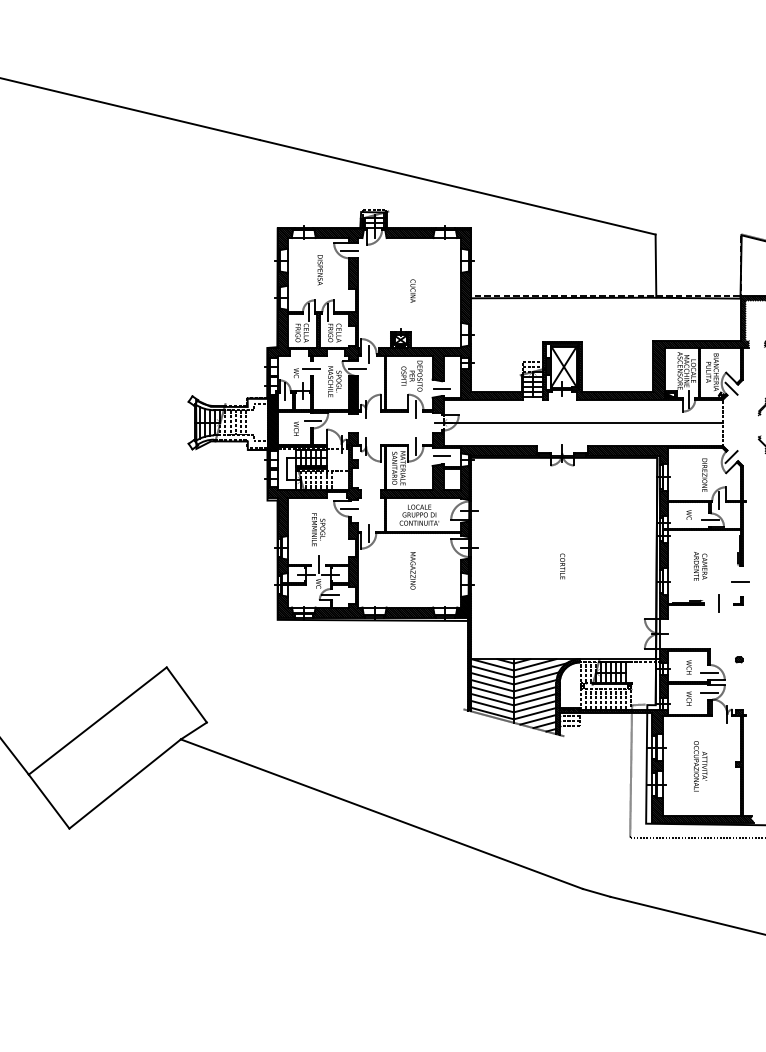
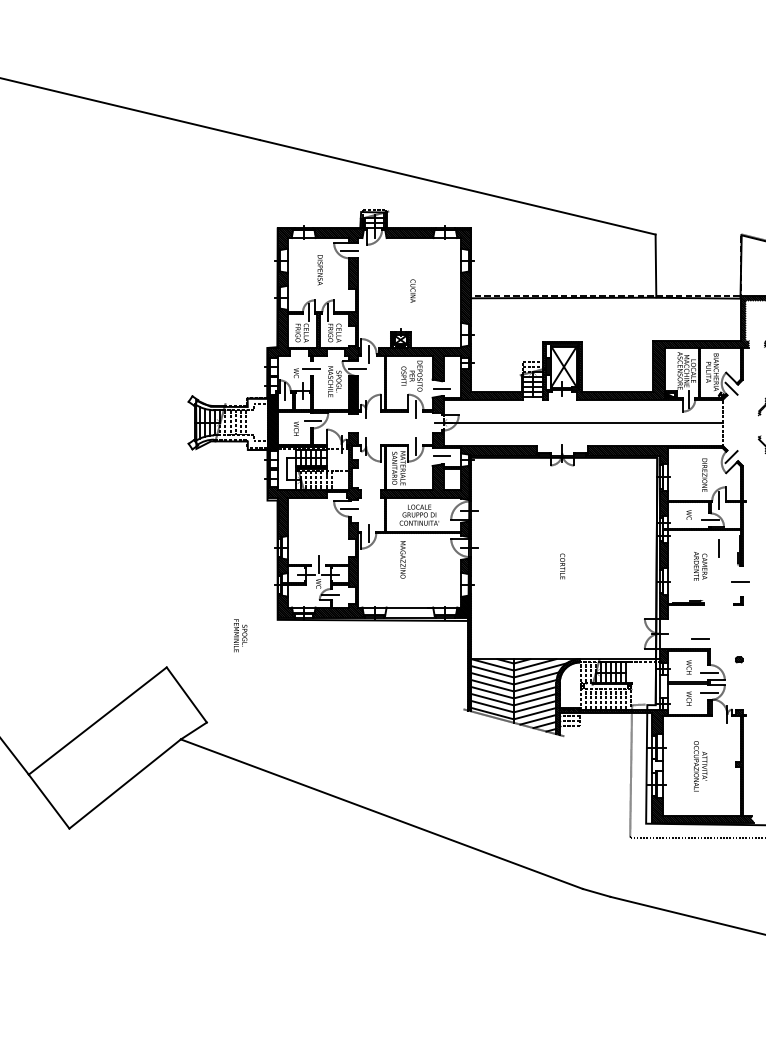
text at (318, 529) position: (318, 529) -> (240, 635)
text at (412, 570) position: (412, 570) -> (402, 559)
line at (718, 603) position: (718, 603) -> (718, 548)
hatch at (409, 612): present -> none
line at (700, 638): none -> present
hatch at (684, 686): present -> none
hatch at (657, 765): present -> none
